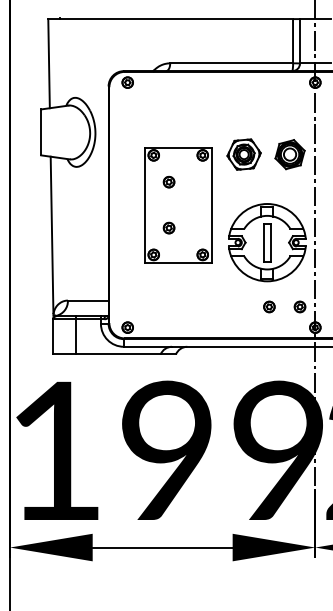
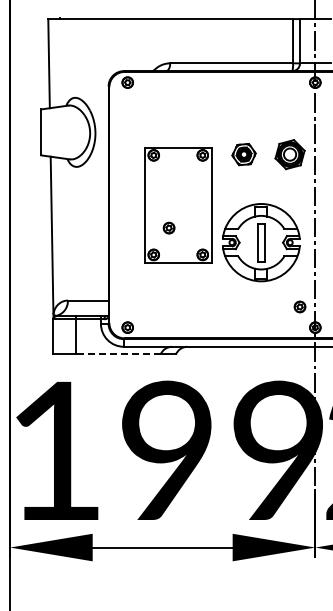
part at (243, 154) size: 36x33 px -> 26x24 px
part at (168, 182): present -> none
part at (267, 242) position: (267, 242) -> (261, 242)
part at (269, 306): present -> none
line at (118, 354): solid -> dashed
